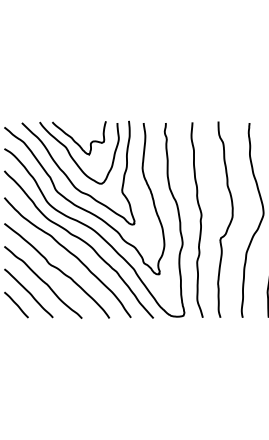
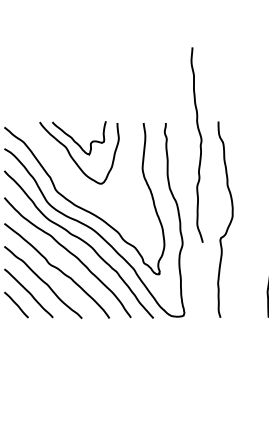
curve at (70, 179): present -> none
curve at (199, 220) position: (199, 220) -> (199, 145)
curve at (258, 224): present -> none
